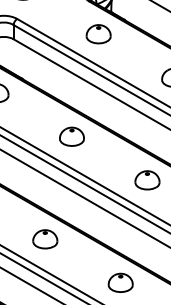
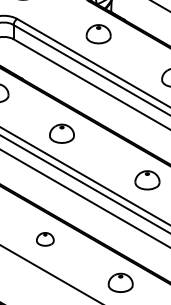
part at (71, 136) position: (71, 136) -> (61, 133)
part at (45, 239) size: 27x21 px -> 19x15 px
line at (43, 277): present -> none
line at (30, 284): present -> none
